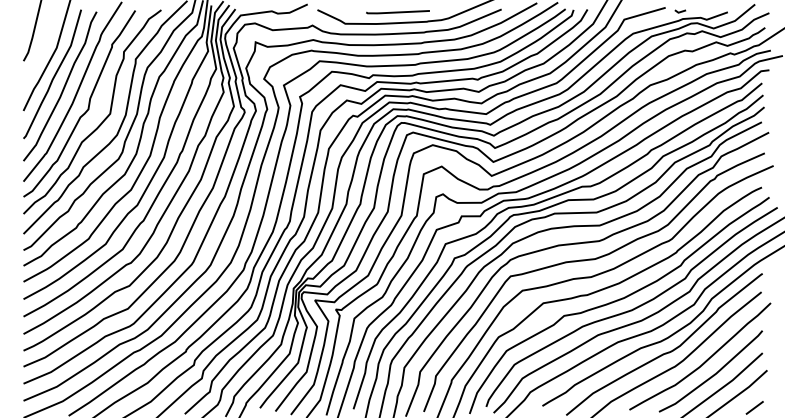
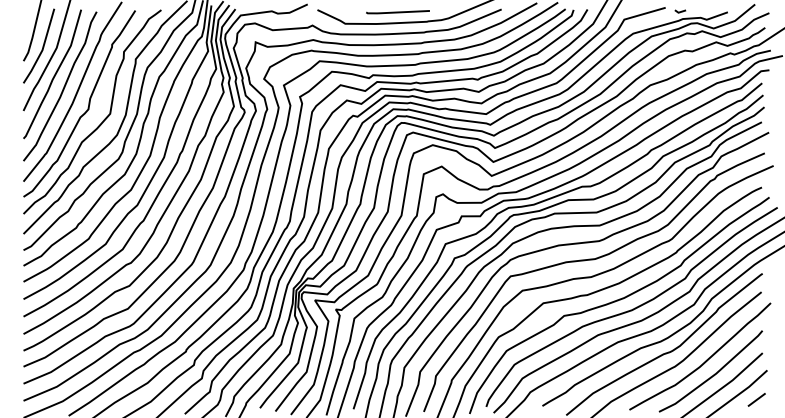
line at (42, 45): none -> present
line at (754, 407) position: (754, 407) -> (756, 399)
